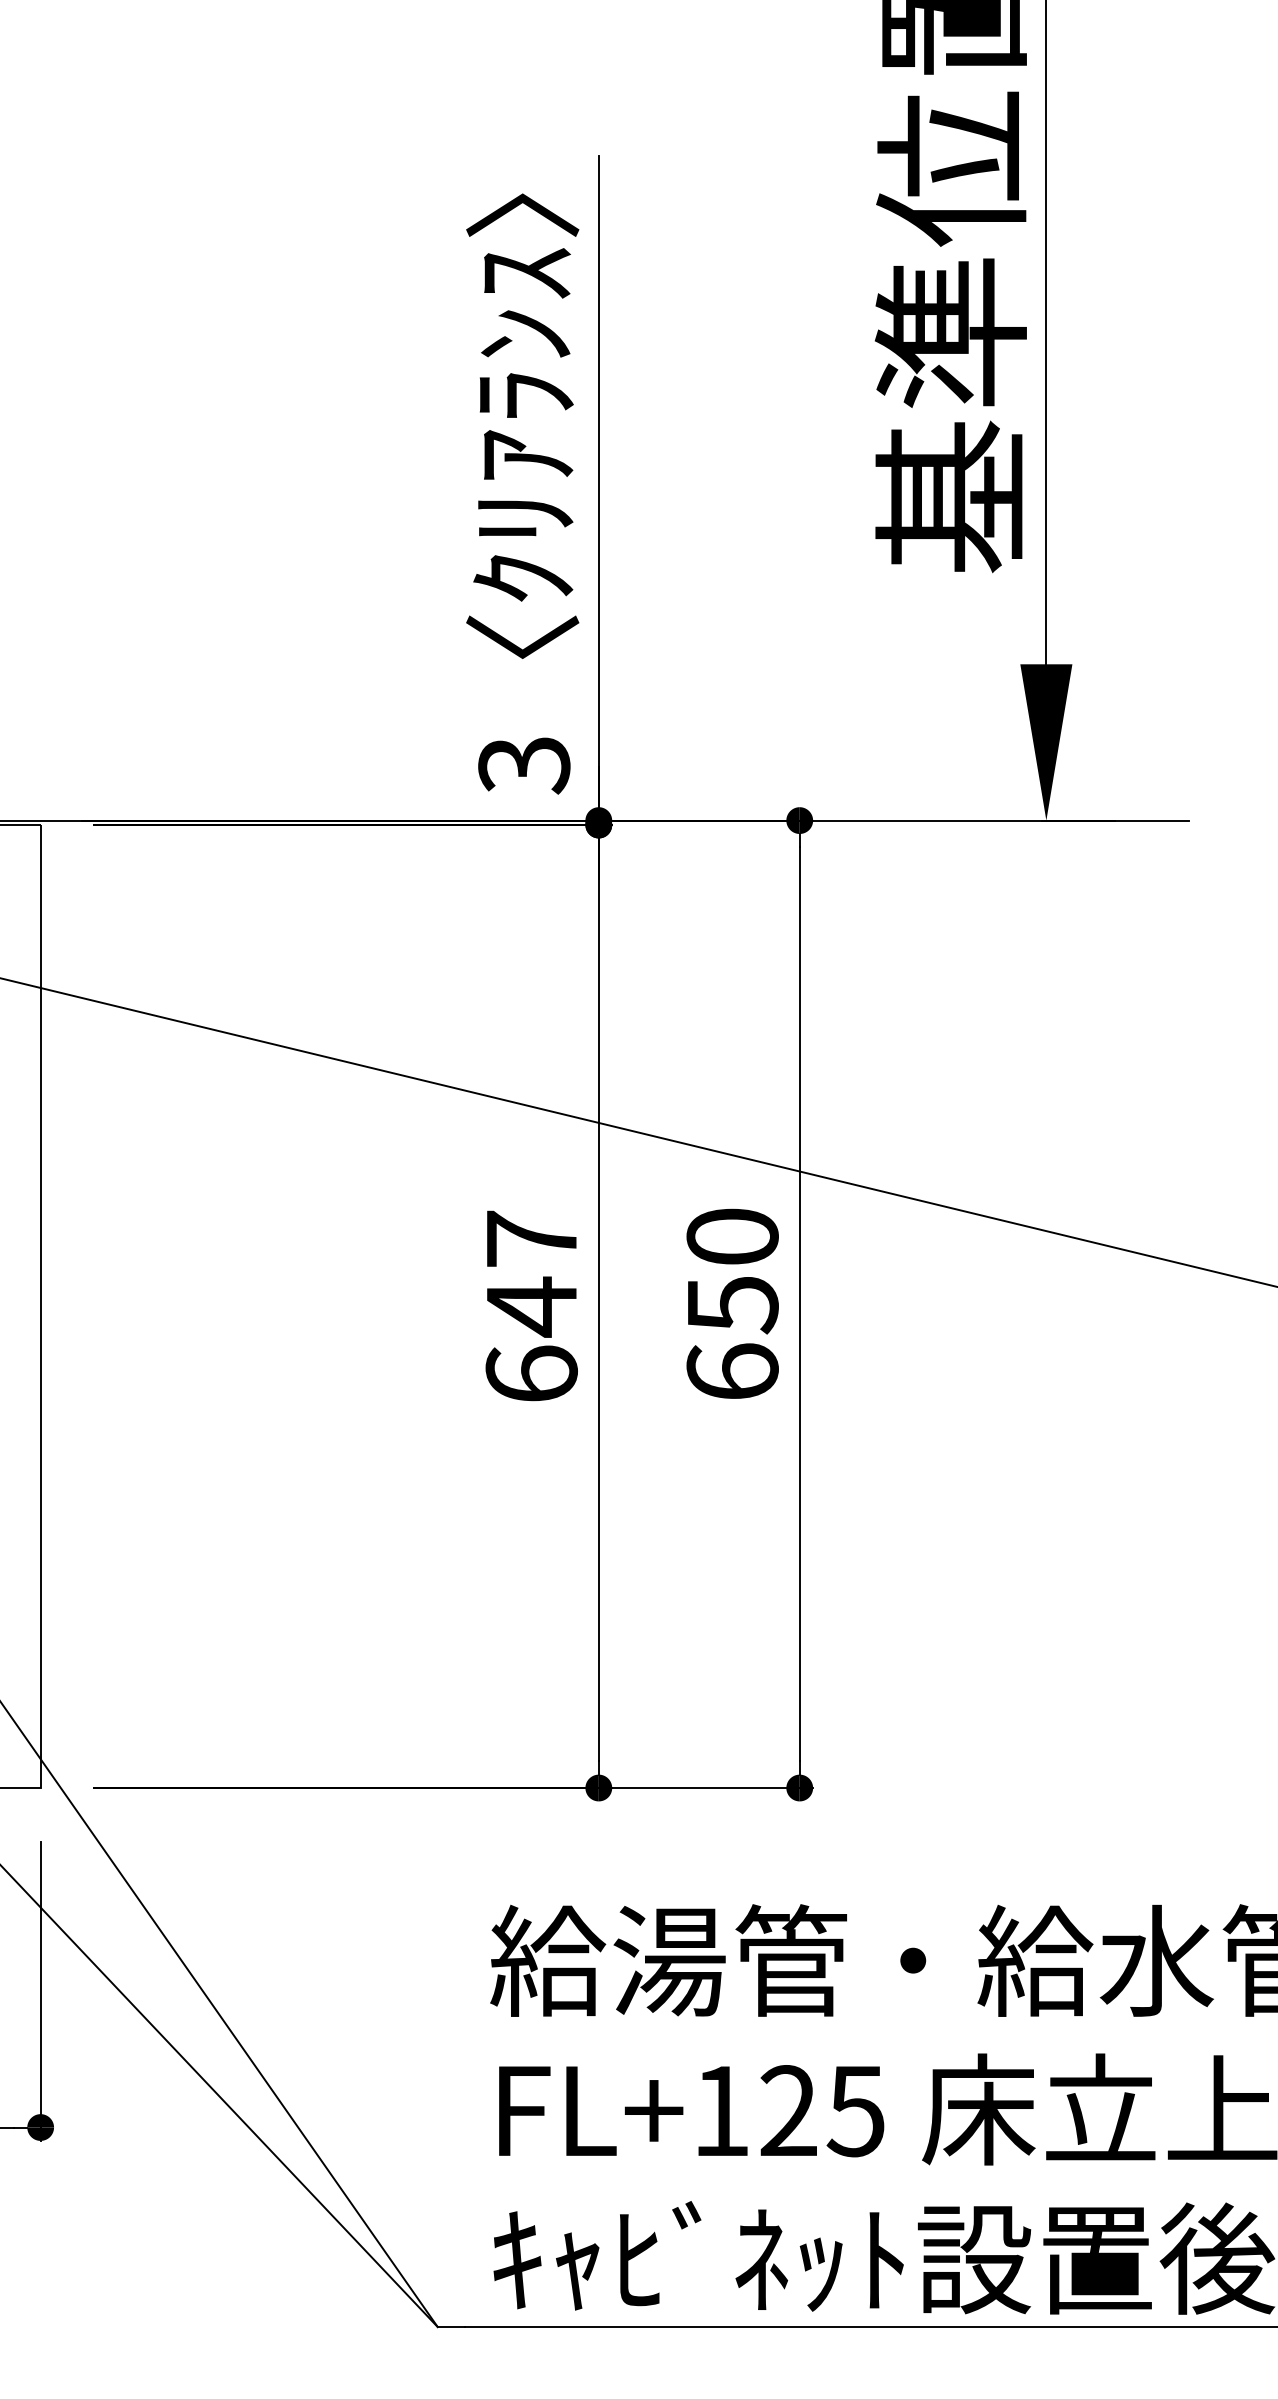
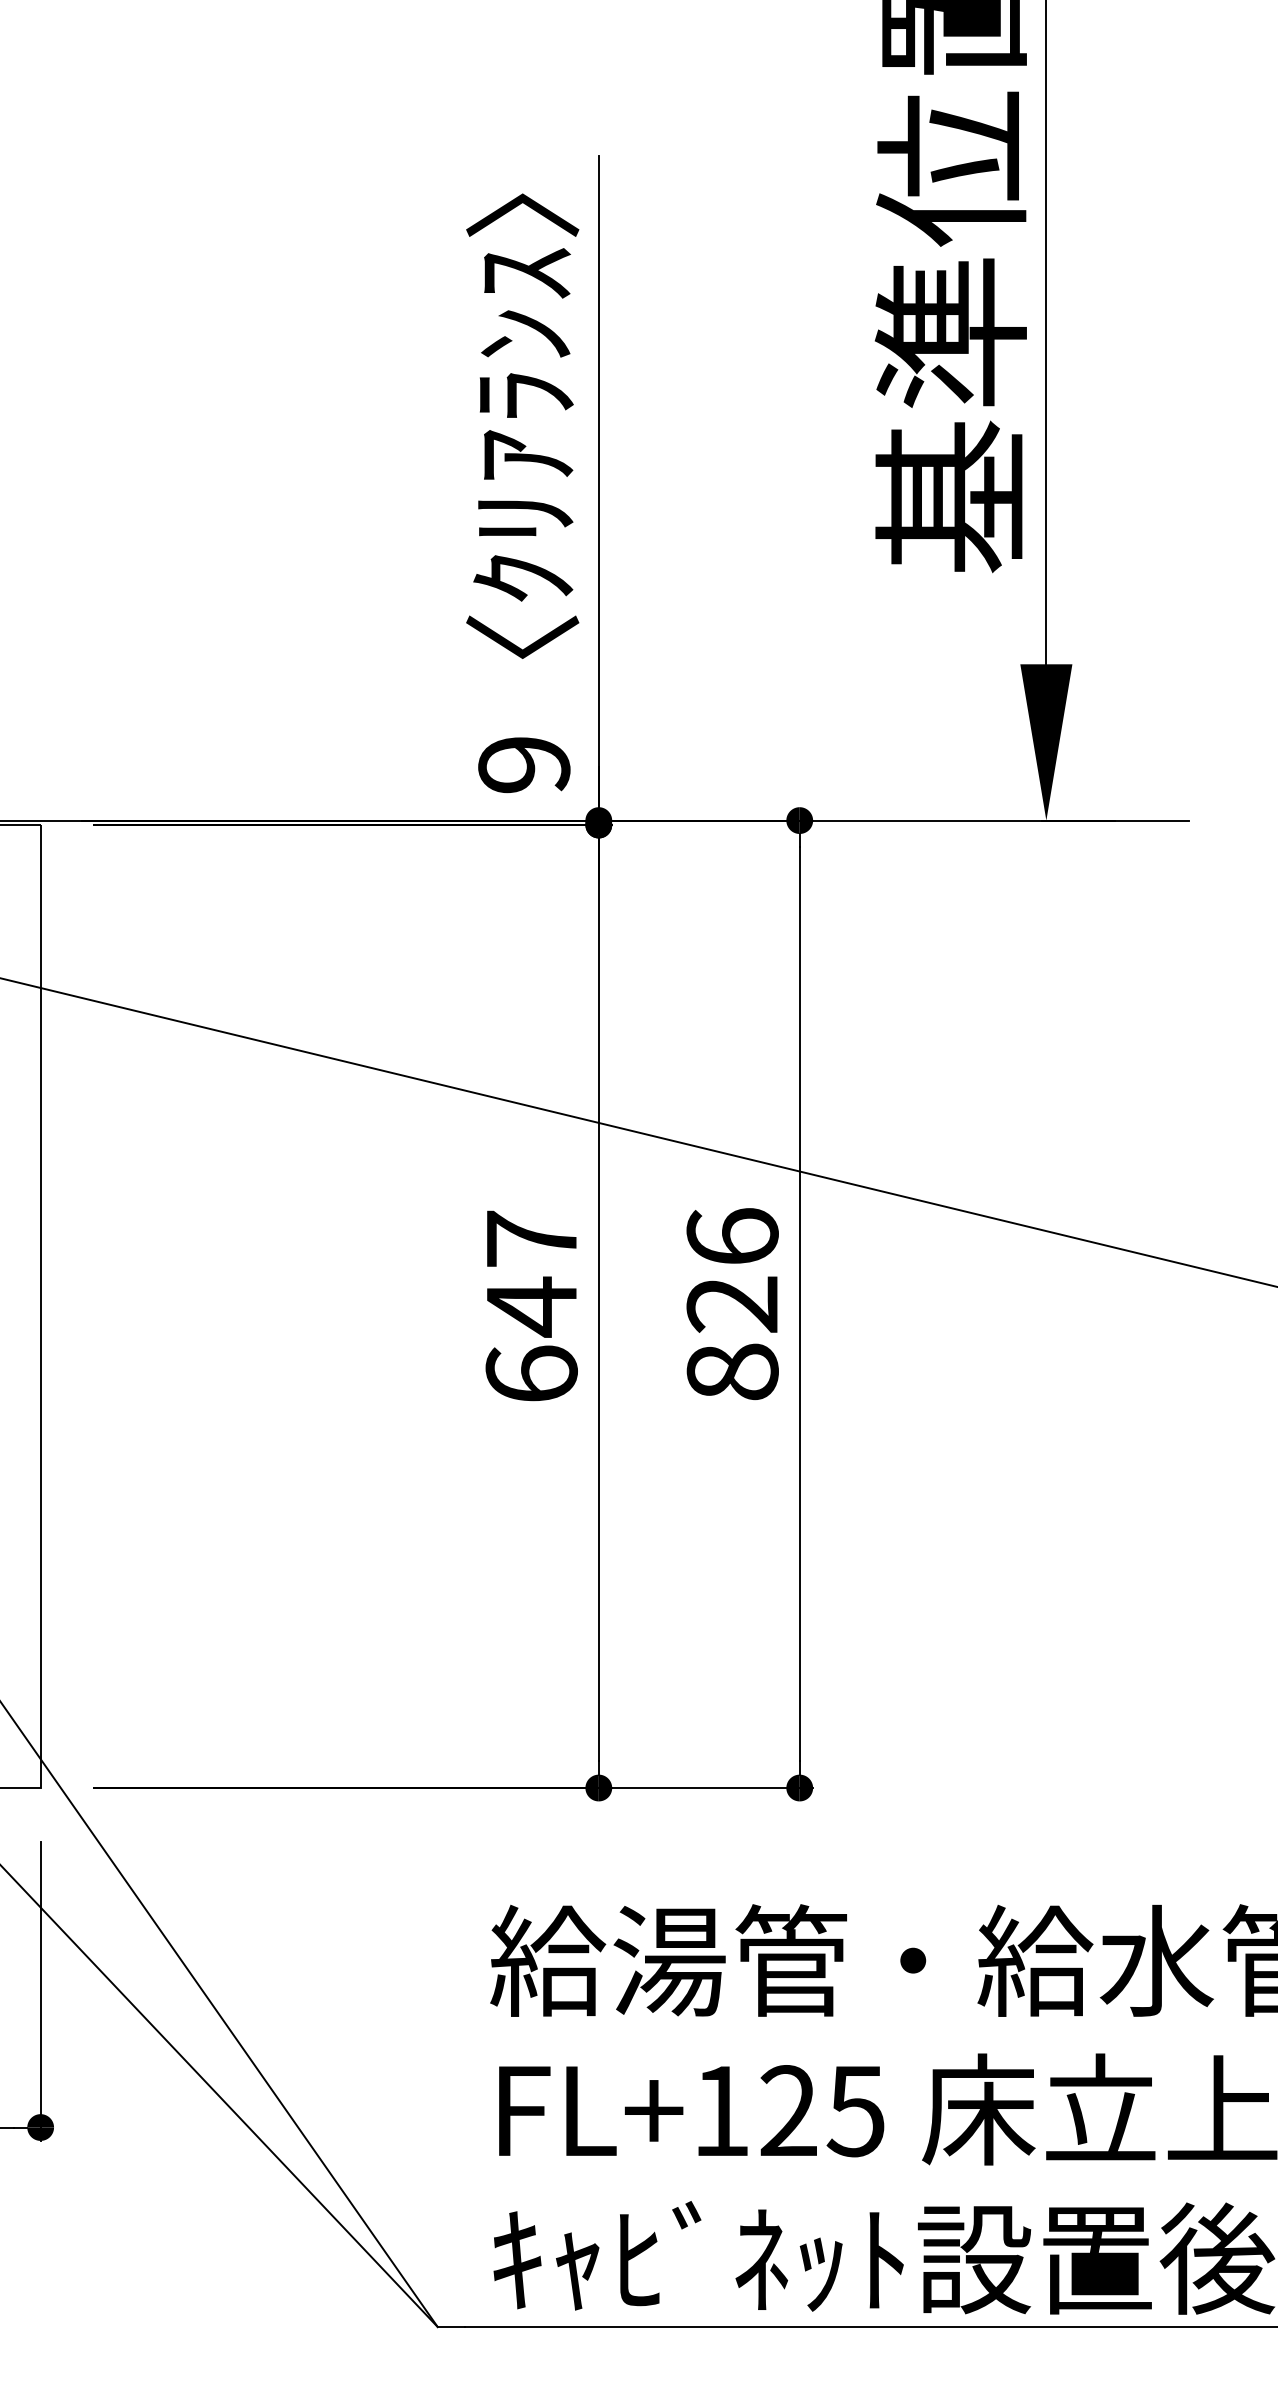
text at (524, 765): 3 -> 9
text at (732, 1304): 650 -> 826
